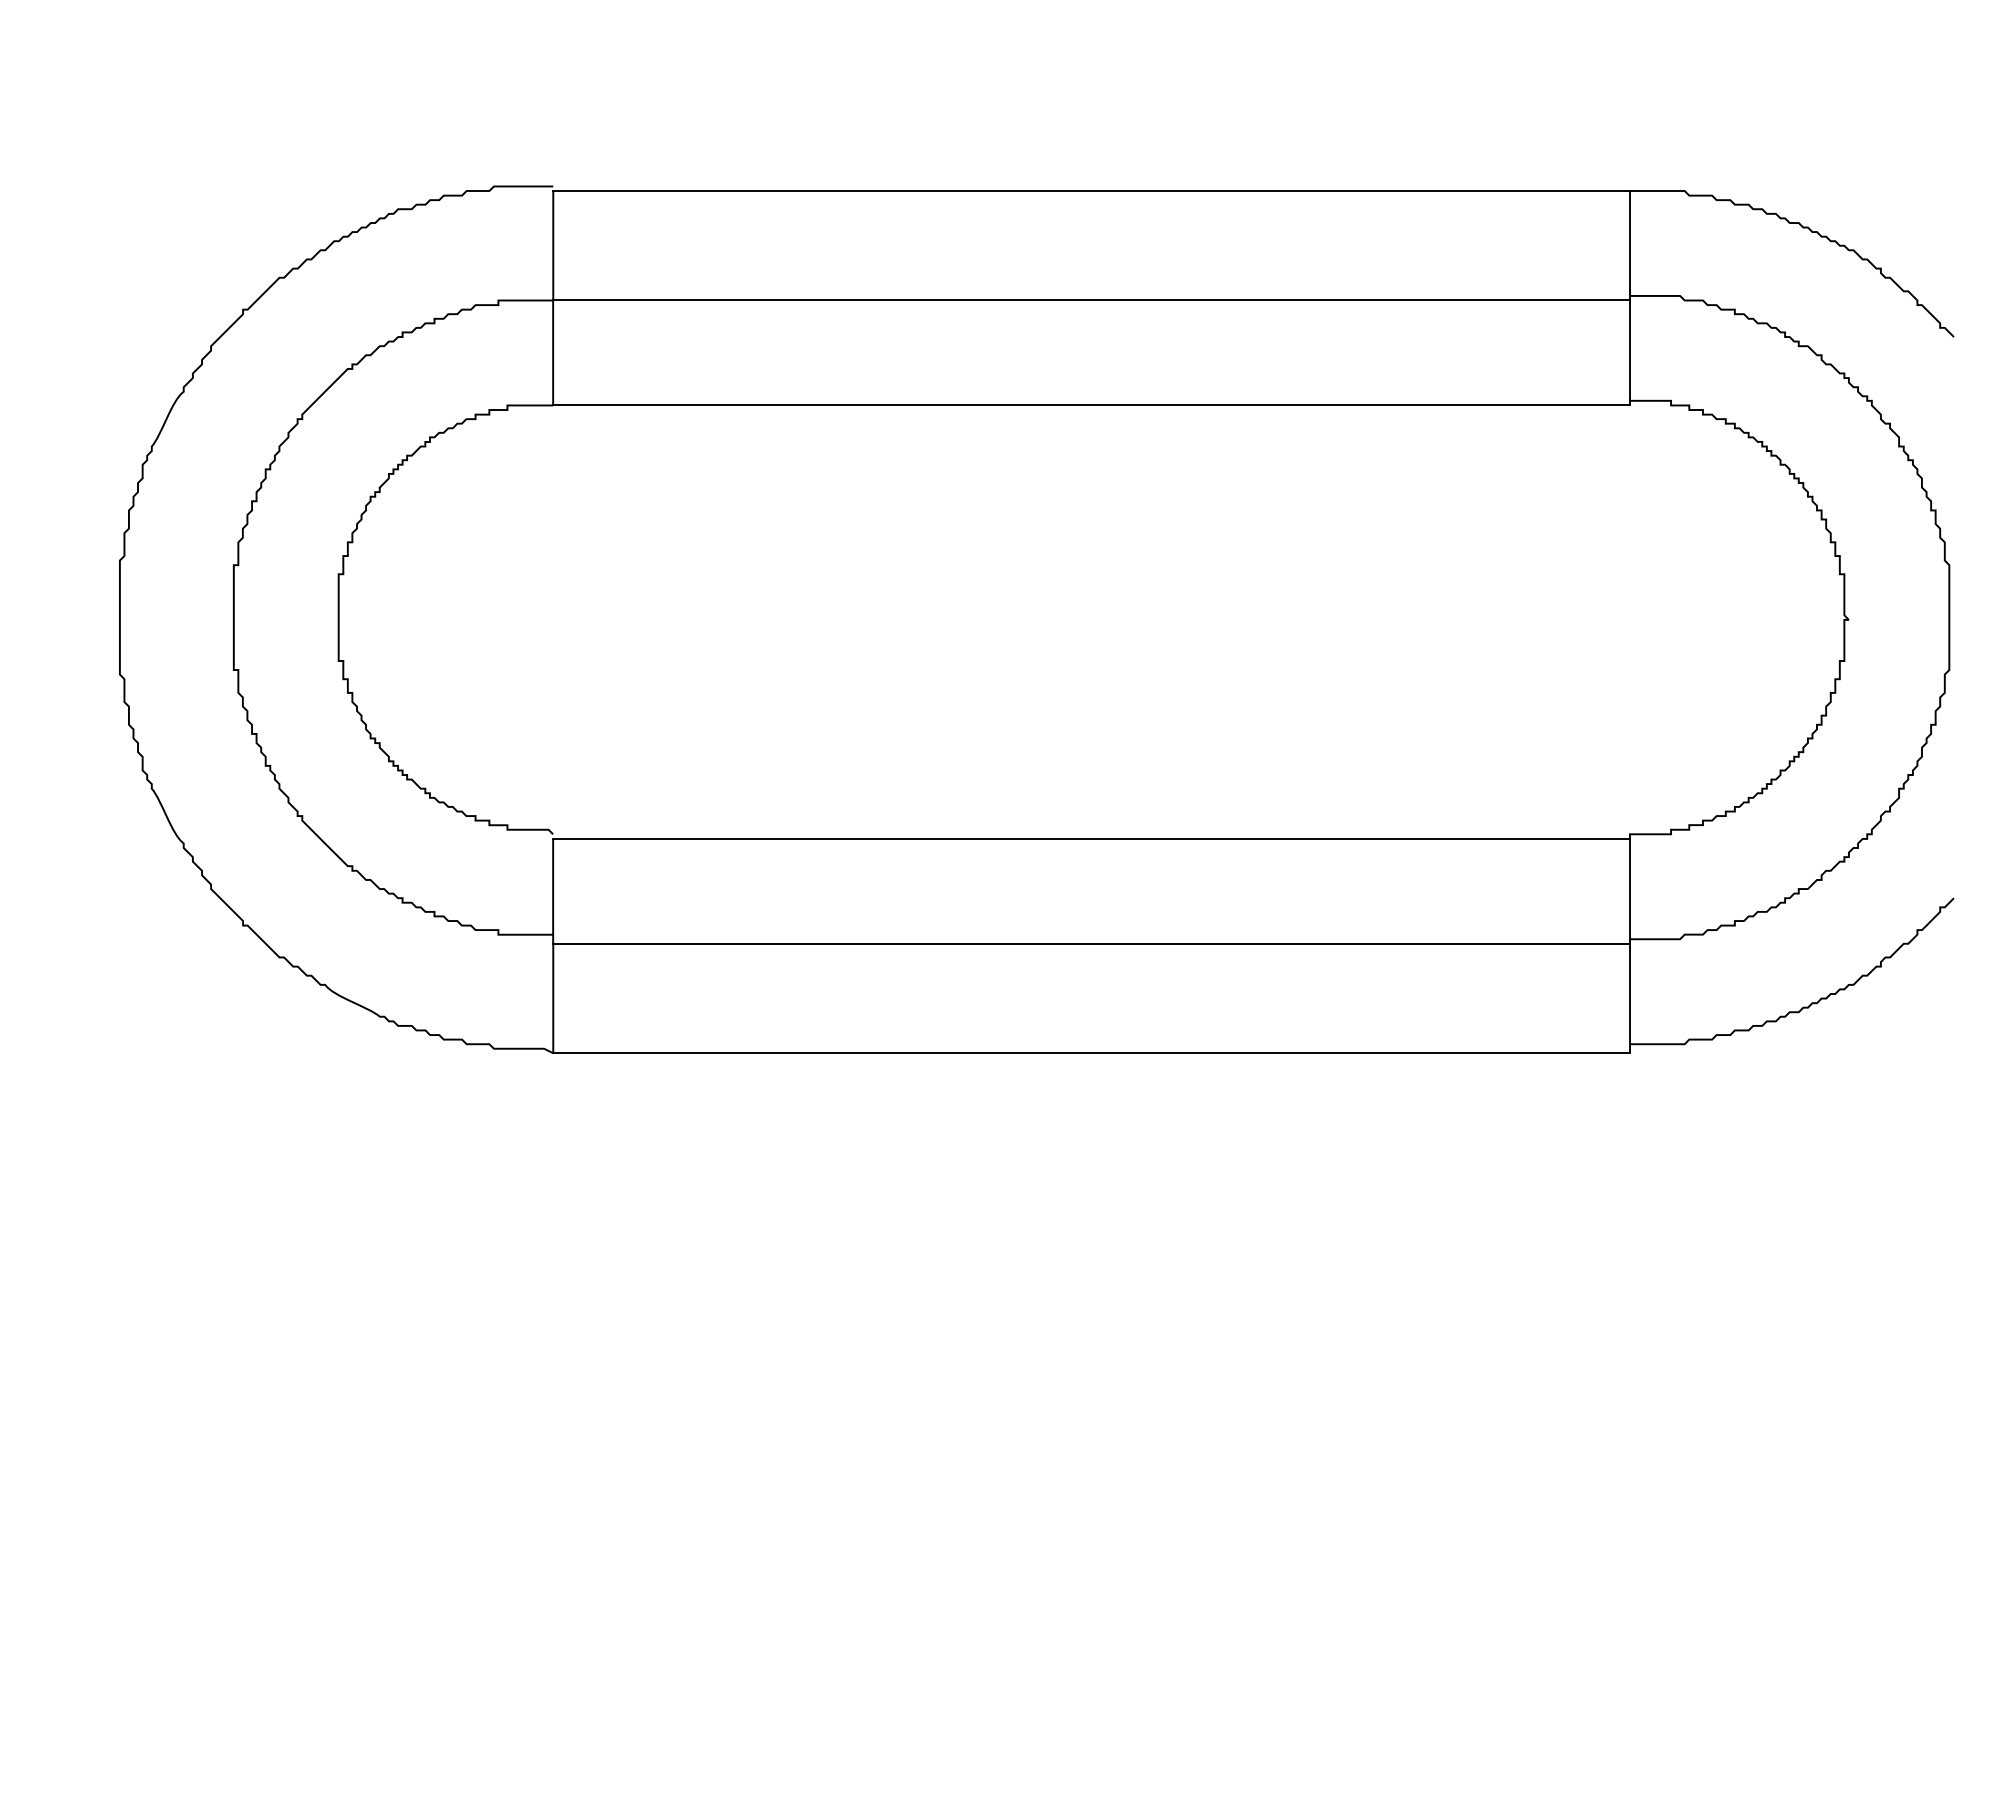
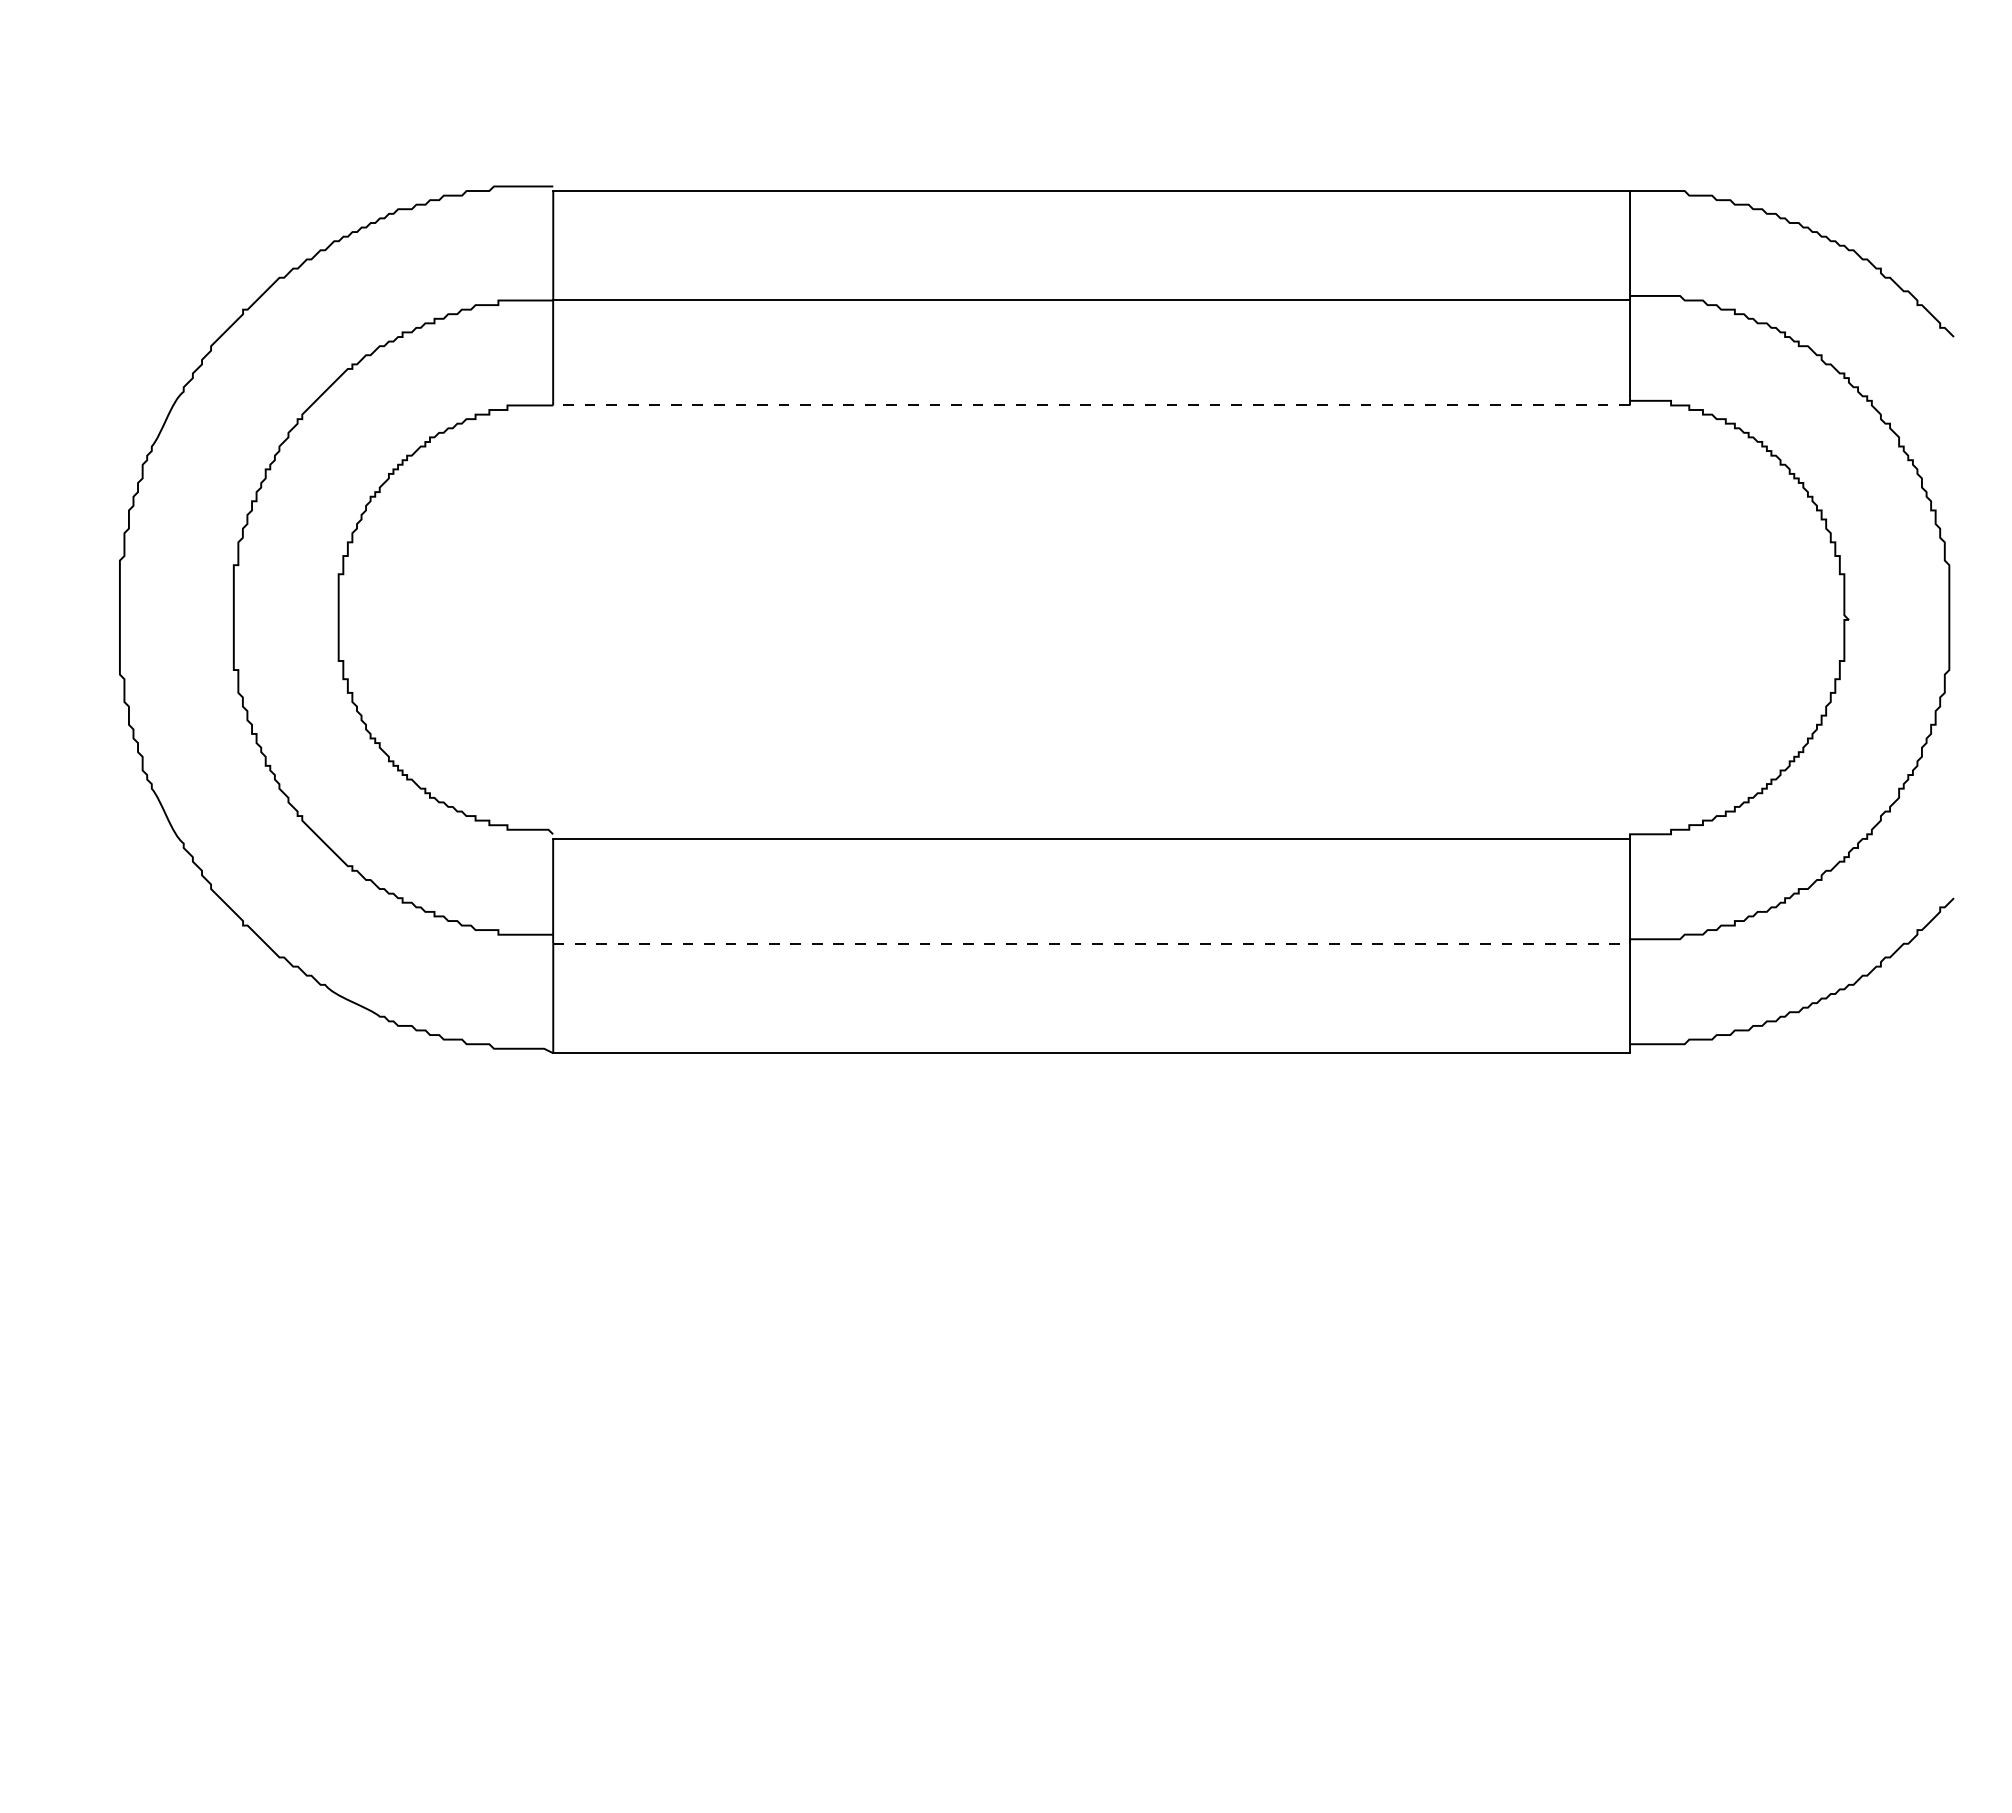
line at (1091, 405): solid -> dashed
line at (1092, 943): solid -> dashed
